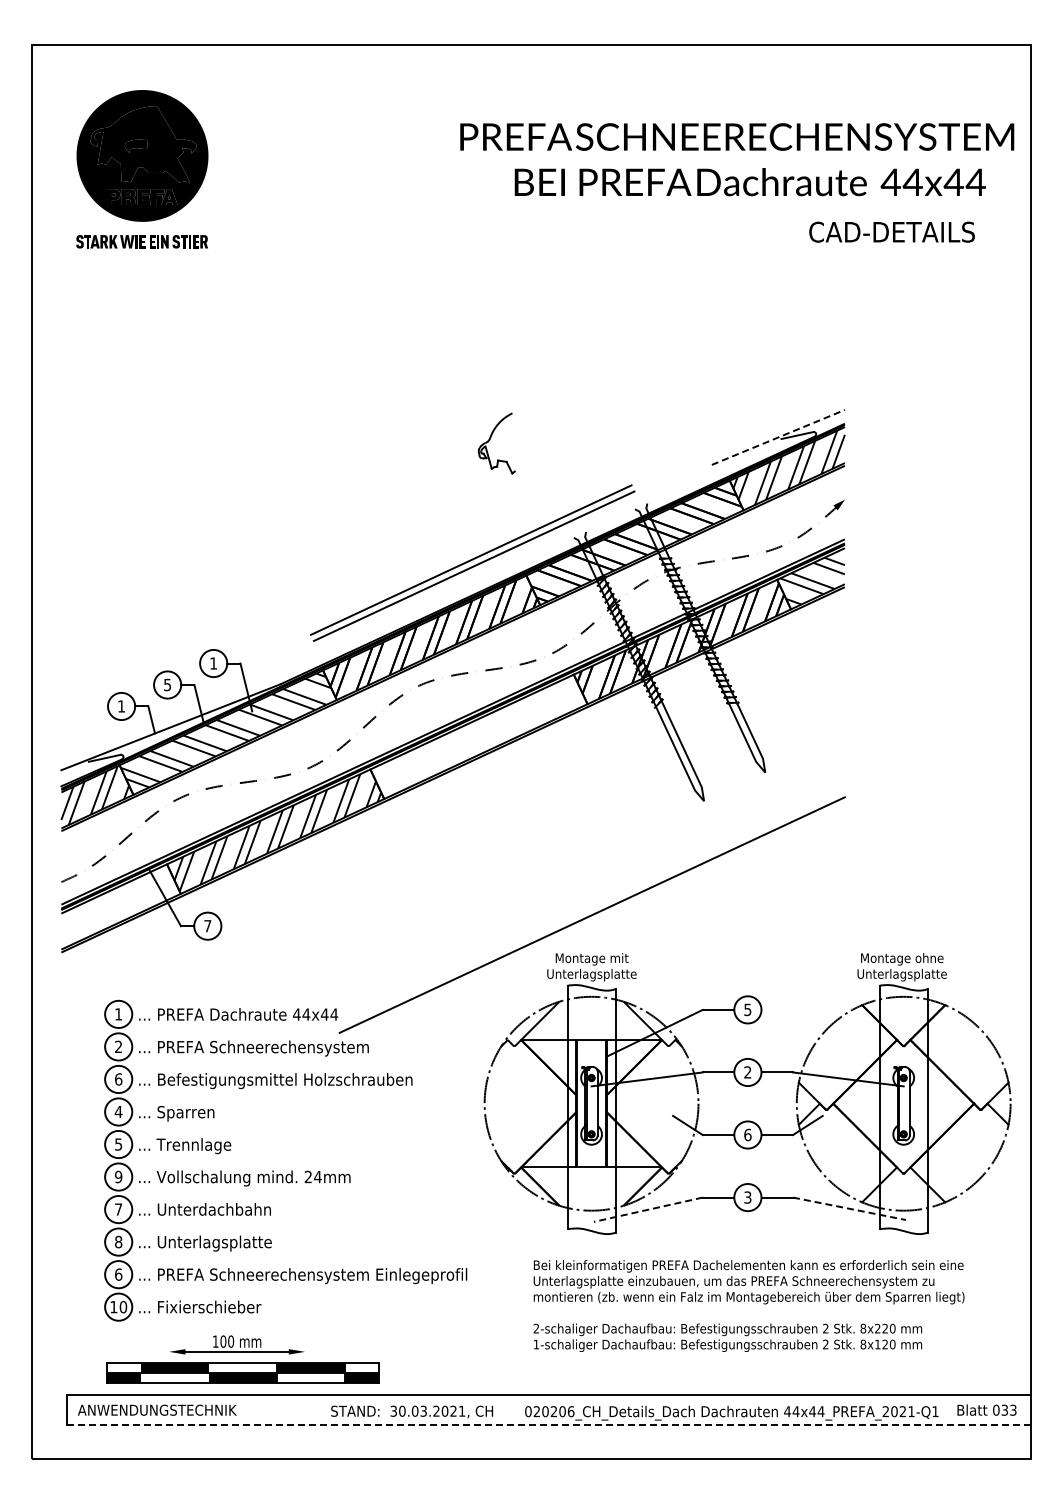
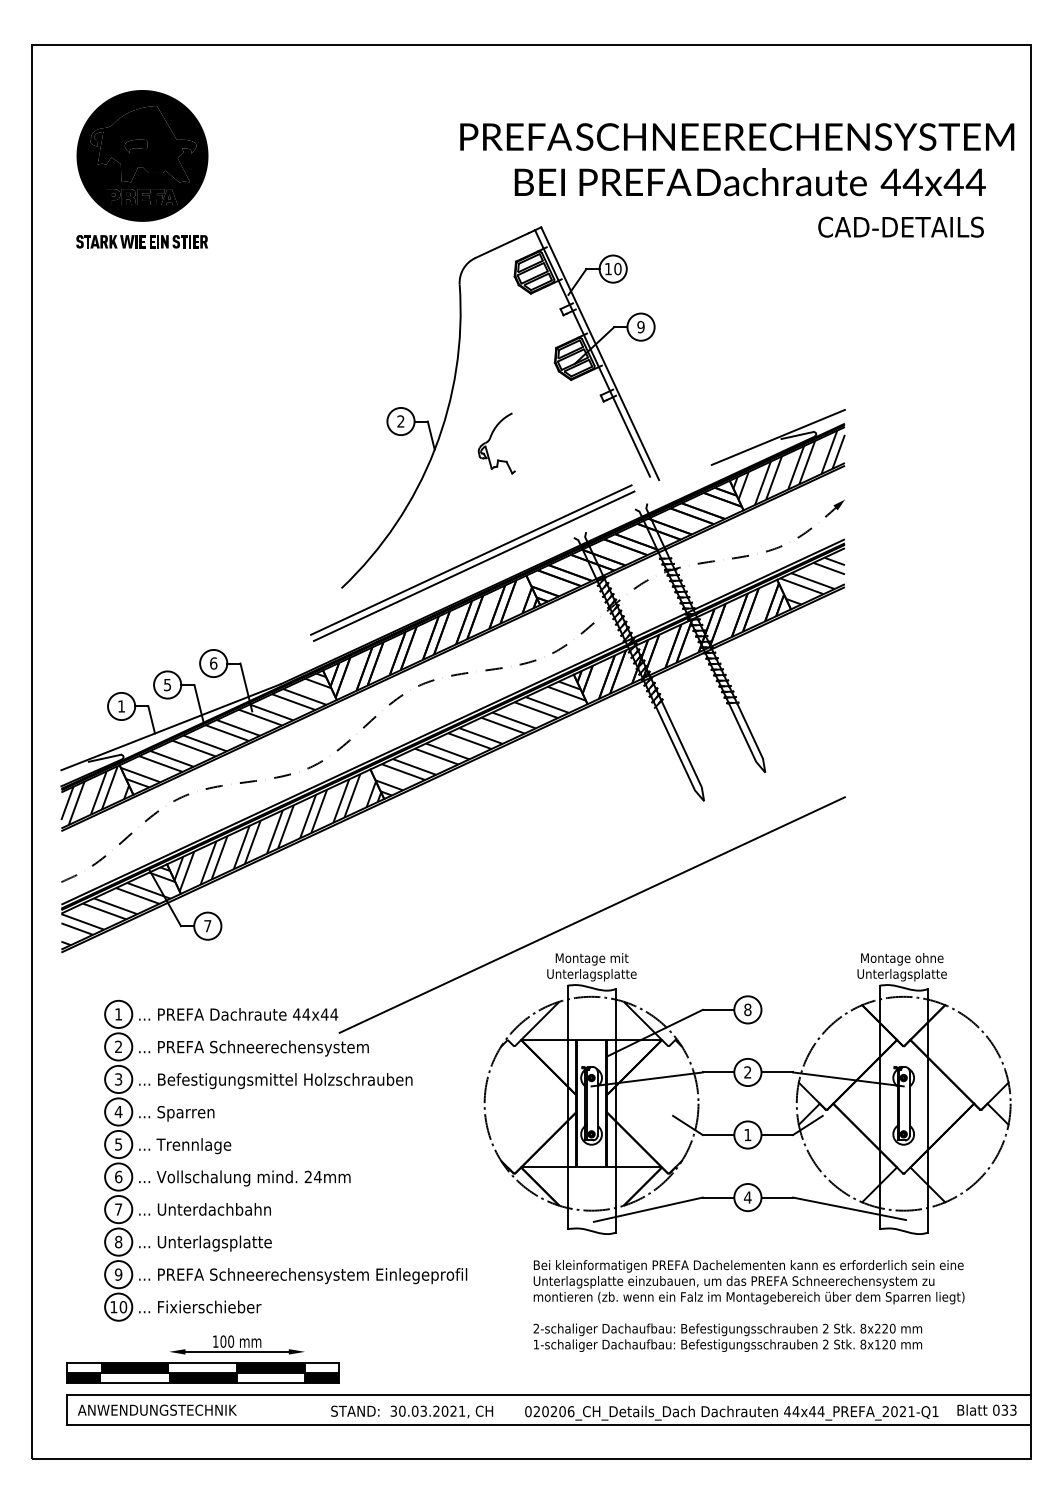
text at (891, 231) position: (891, 231) -> (900, 226)
part at (452, 395): none -> present
line at (778, 437): dashed -> solid
text at (213, 663): 1 -> 6
hatch at (480, 738): none -> present
hatch at (118, 906): none -> present
text at (747, 1009): 5 -> 8
text at (118, 1079): 6 -> 3
text at (747, 1134): 6 -> 1
text at (118, 1176): 9 -> 6
text at (747, 1197): 3 -> 4
line at (849, 1208): dashed -> solid
line at (648, 1209): dashed -> solid
text at (118, 1274): 6 -> 9
part at (242, 1372) position: (242, 1372) -> (202, 1372)
line at (549, 1425): dashed -> solid
